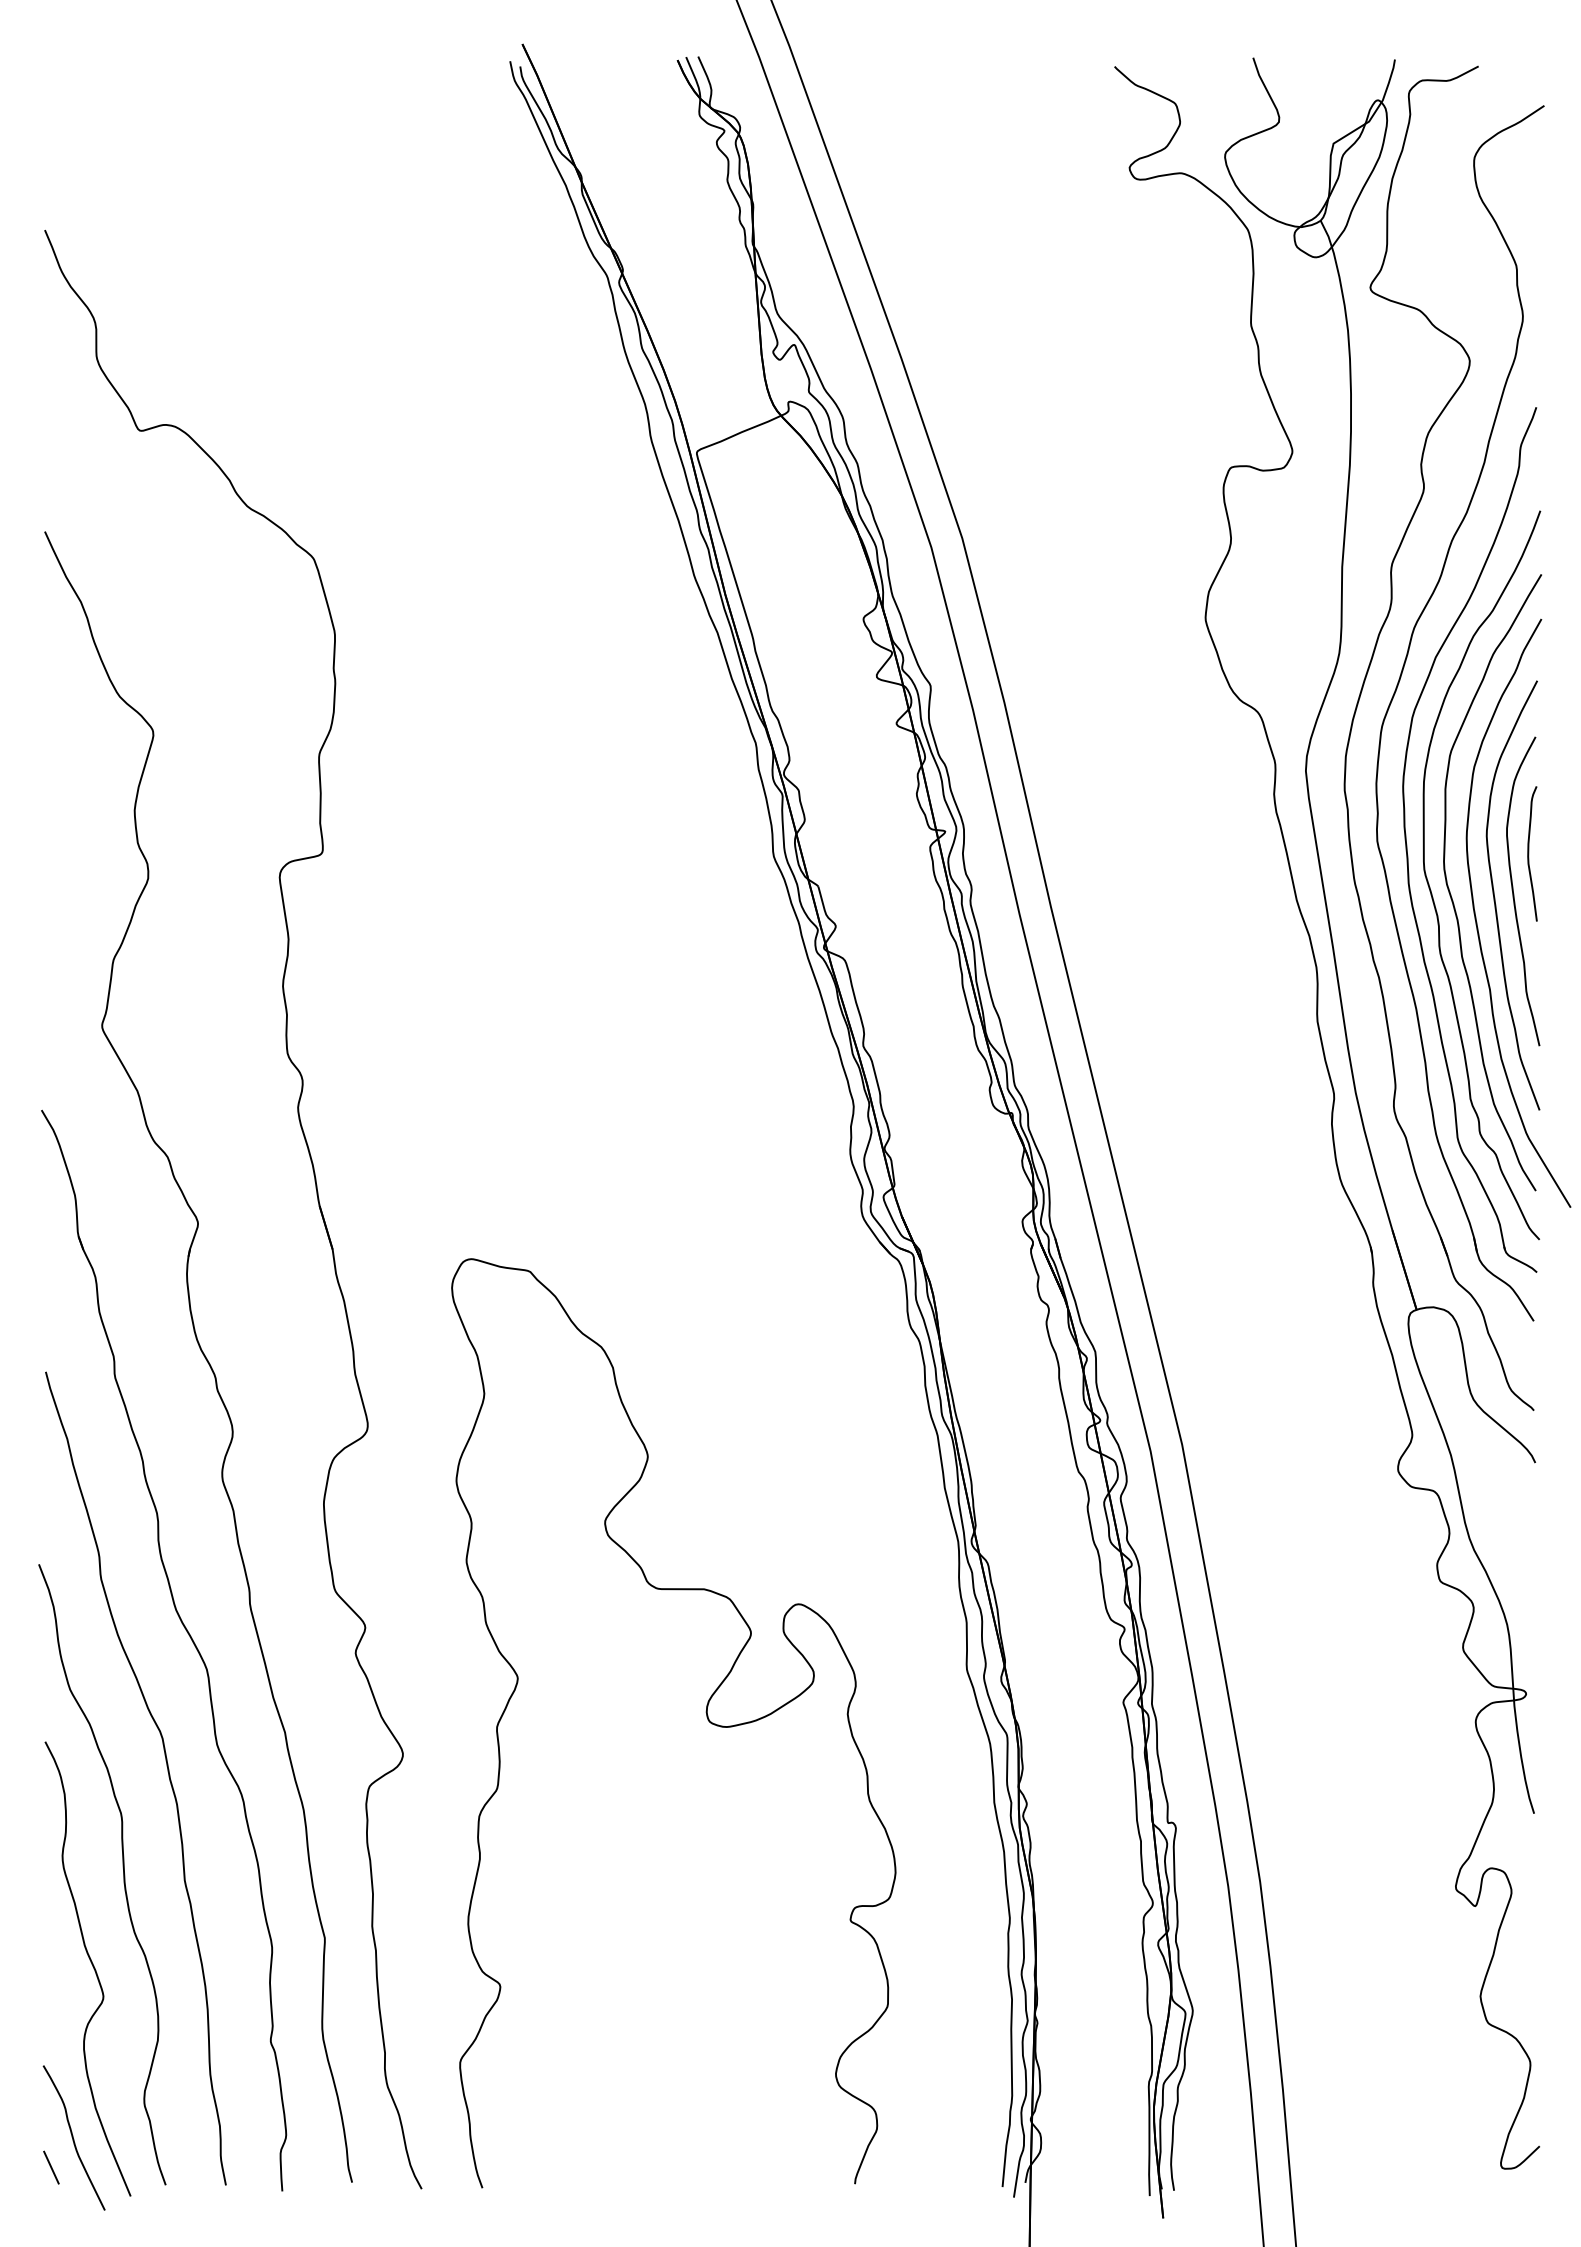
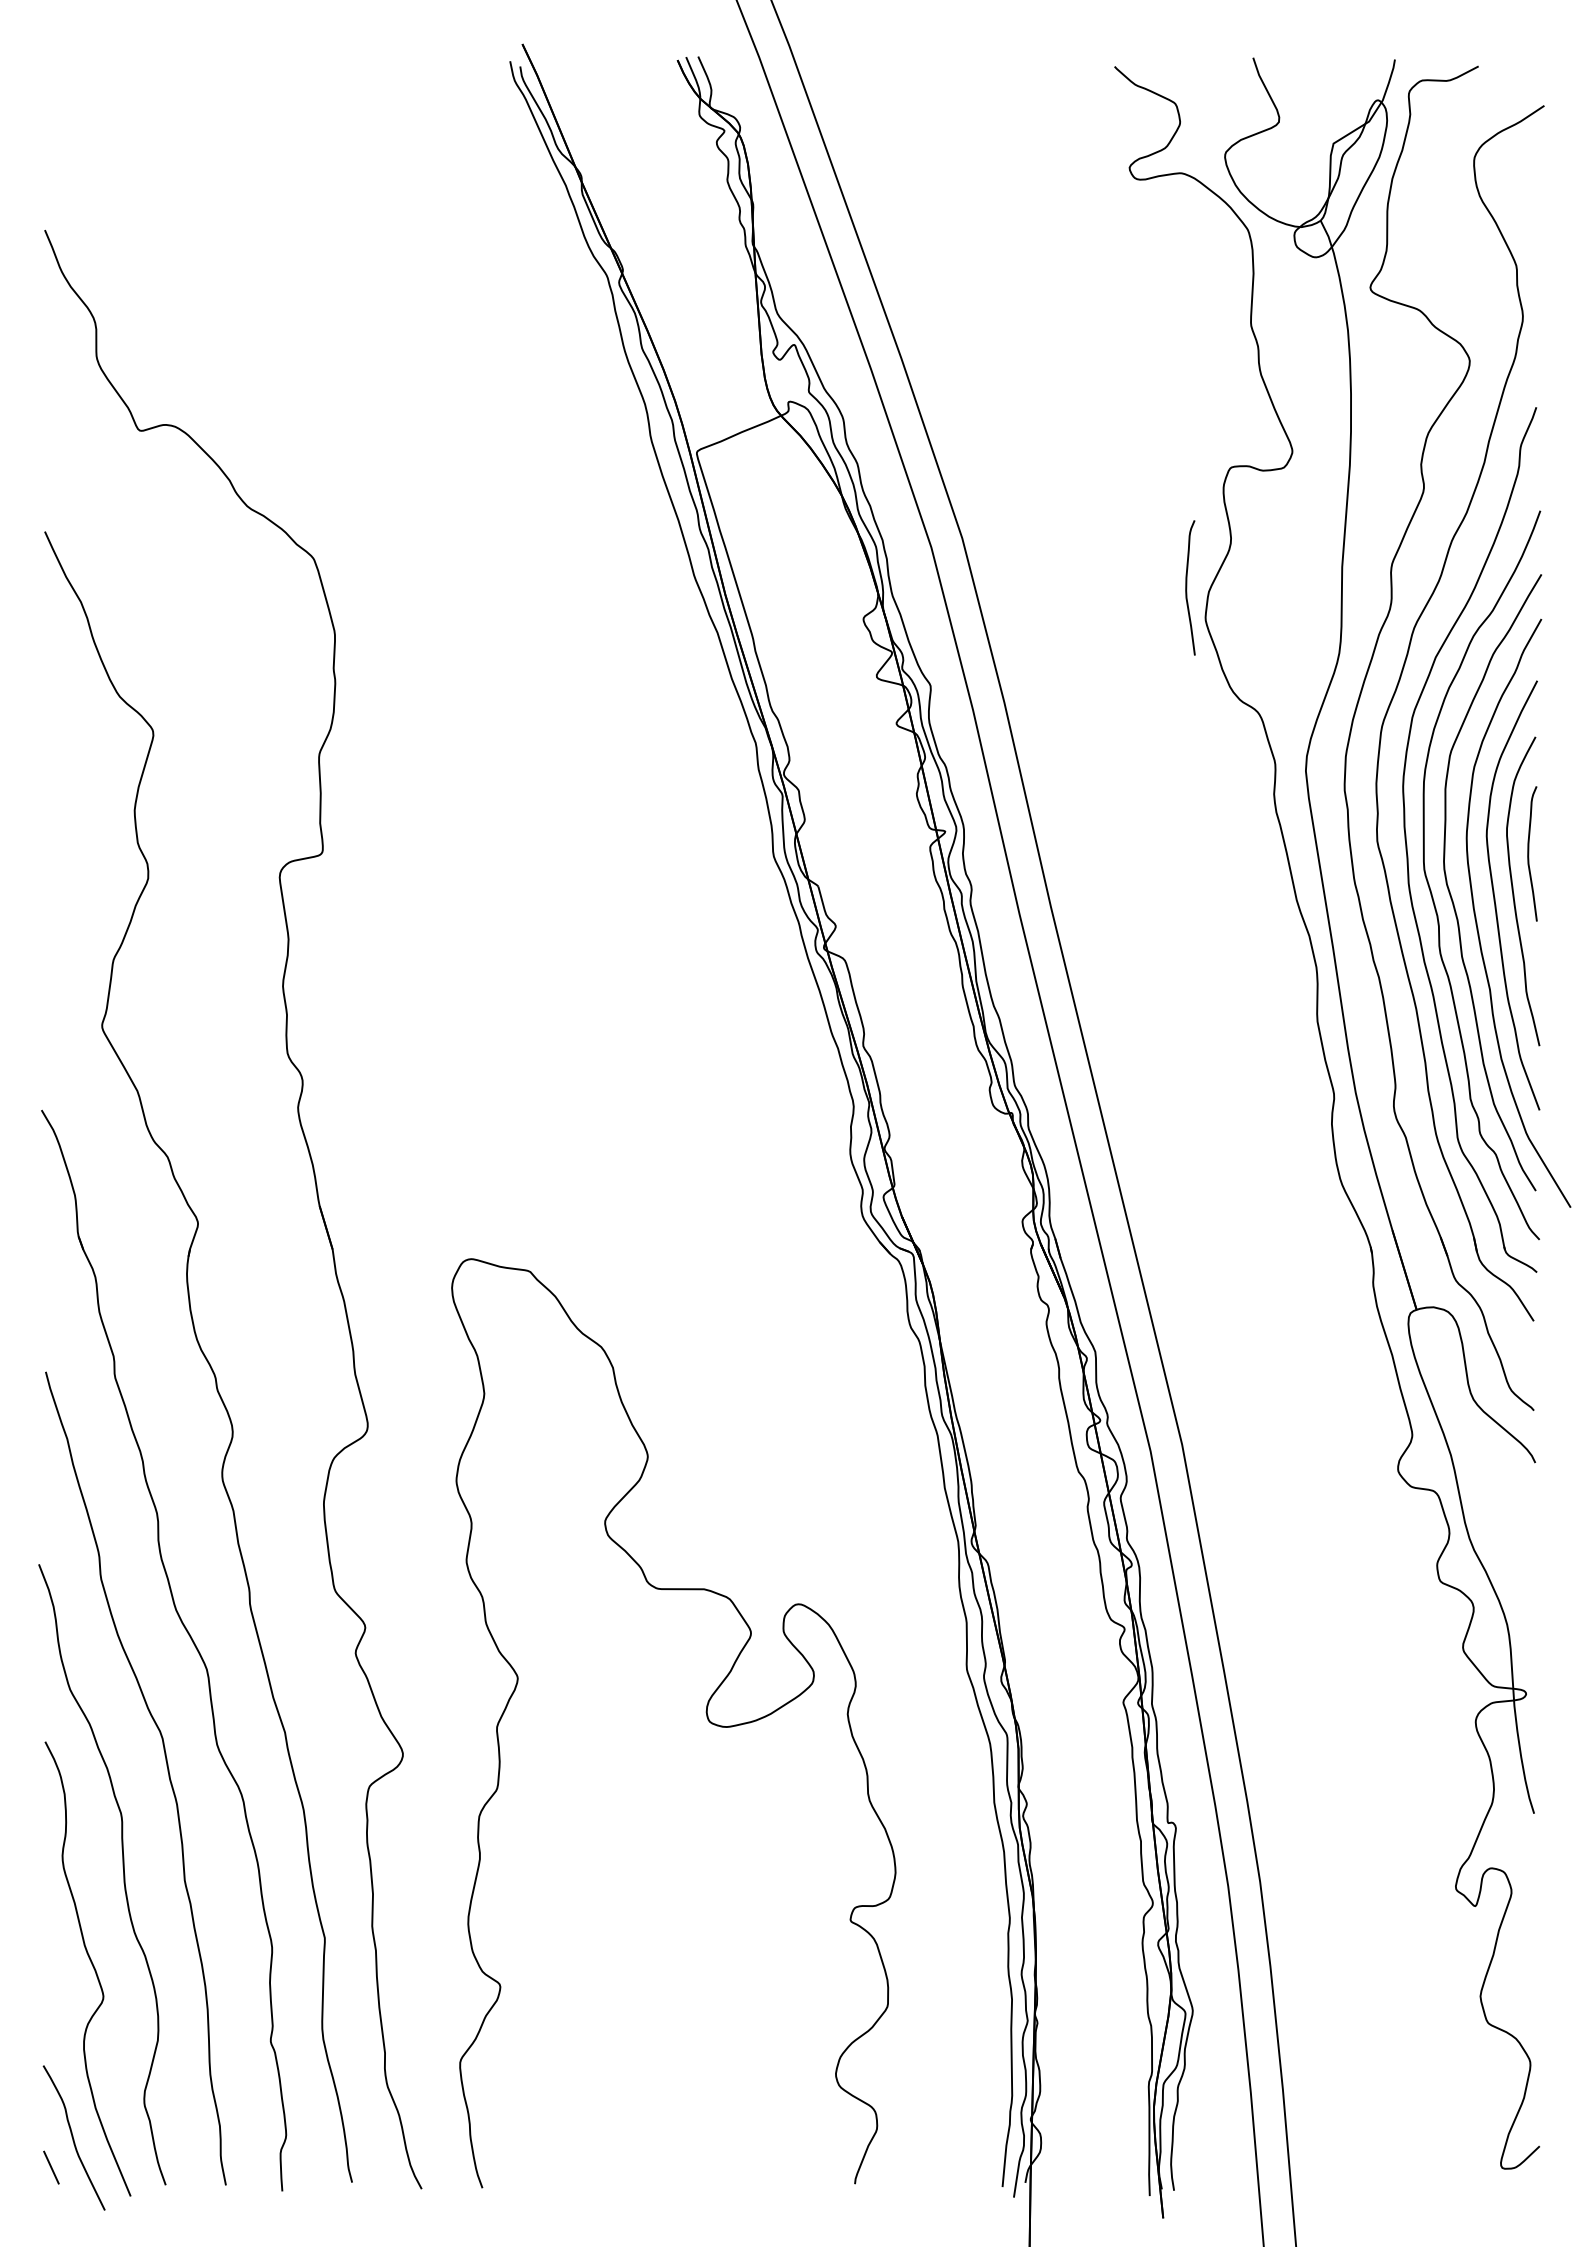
curve at (1187, 587): none -> present
